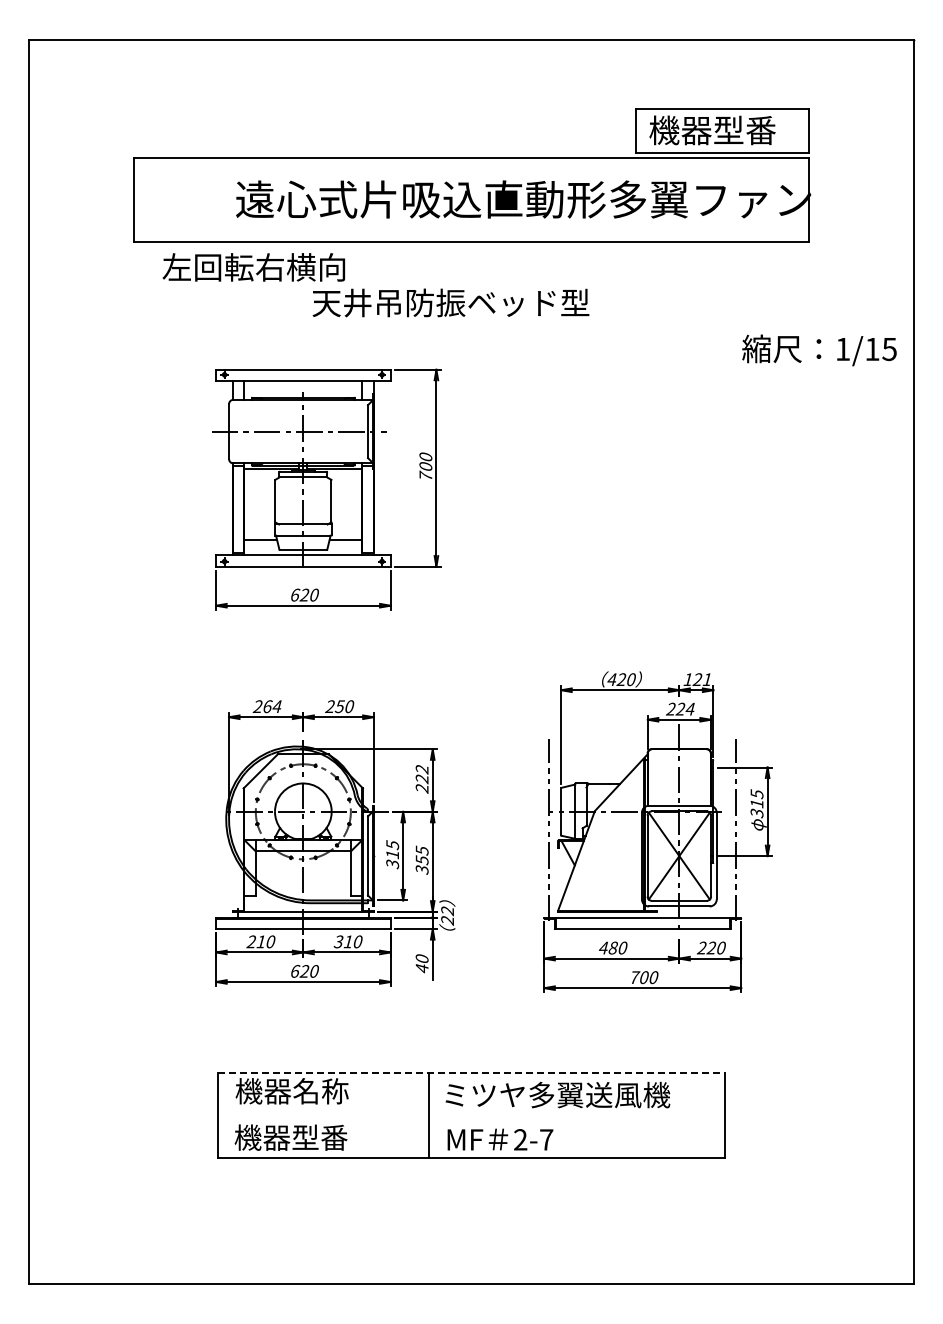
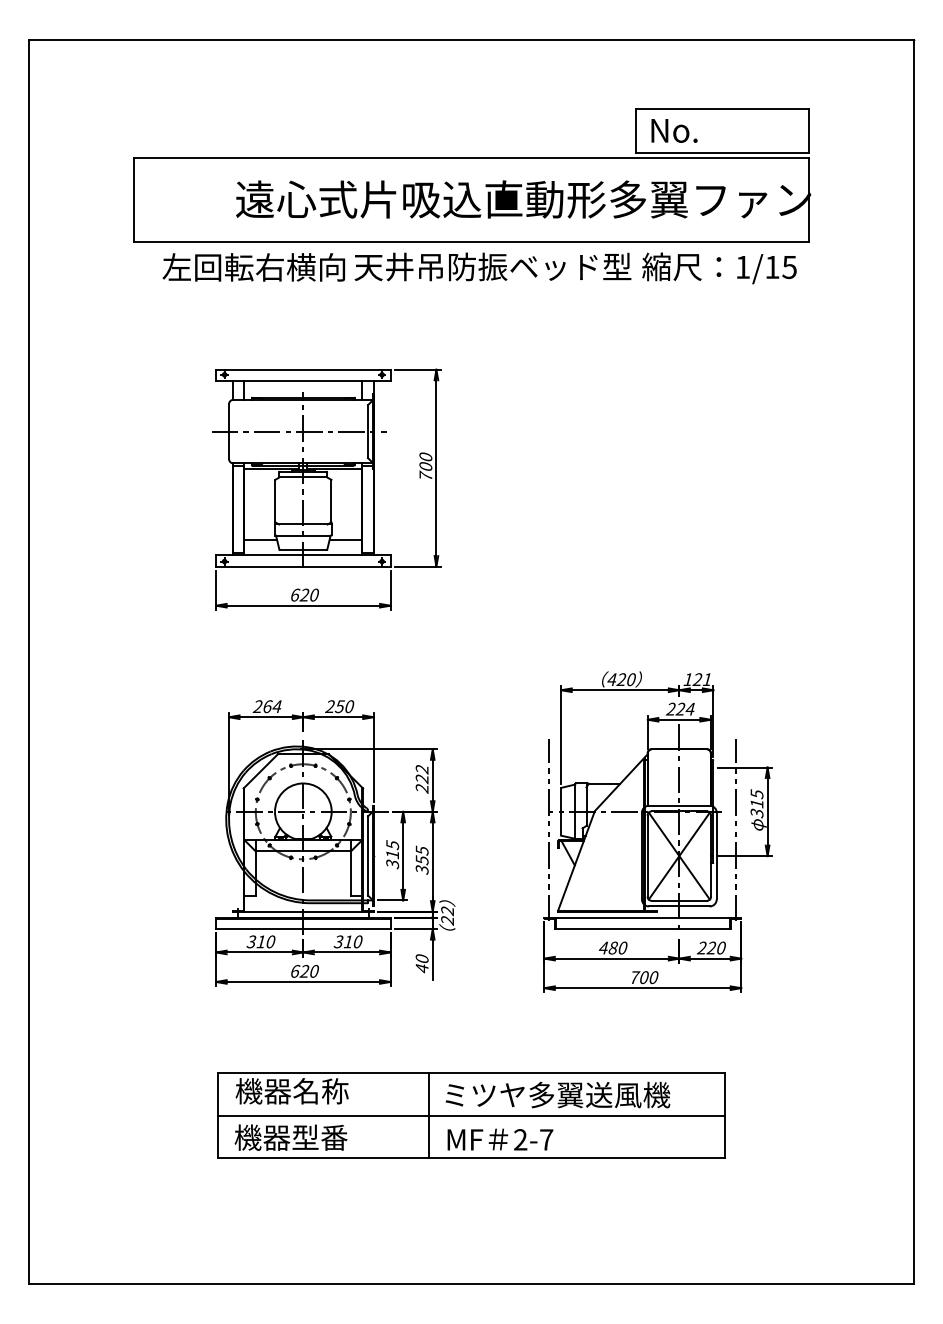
text at (712, 130): 機器型番 -> No.
text at (450, 302) position: (450, 302) -> (492, 266)
text at (819, 350) position: (819, 350) -> (719, 268)
text at (251, 942): 210 -> 310
line at (471, 1073): dashed -> solid
line at (471, 1115): none -> present
